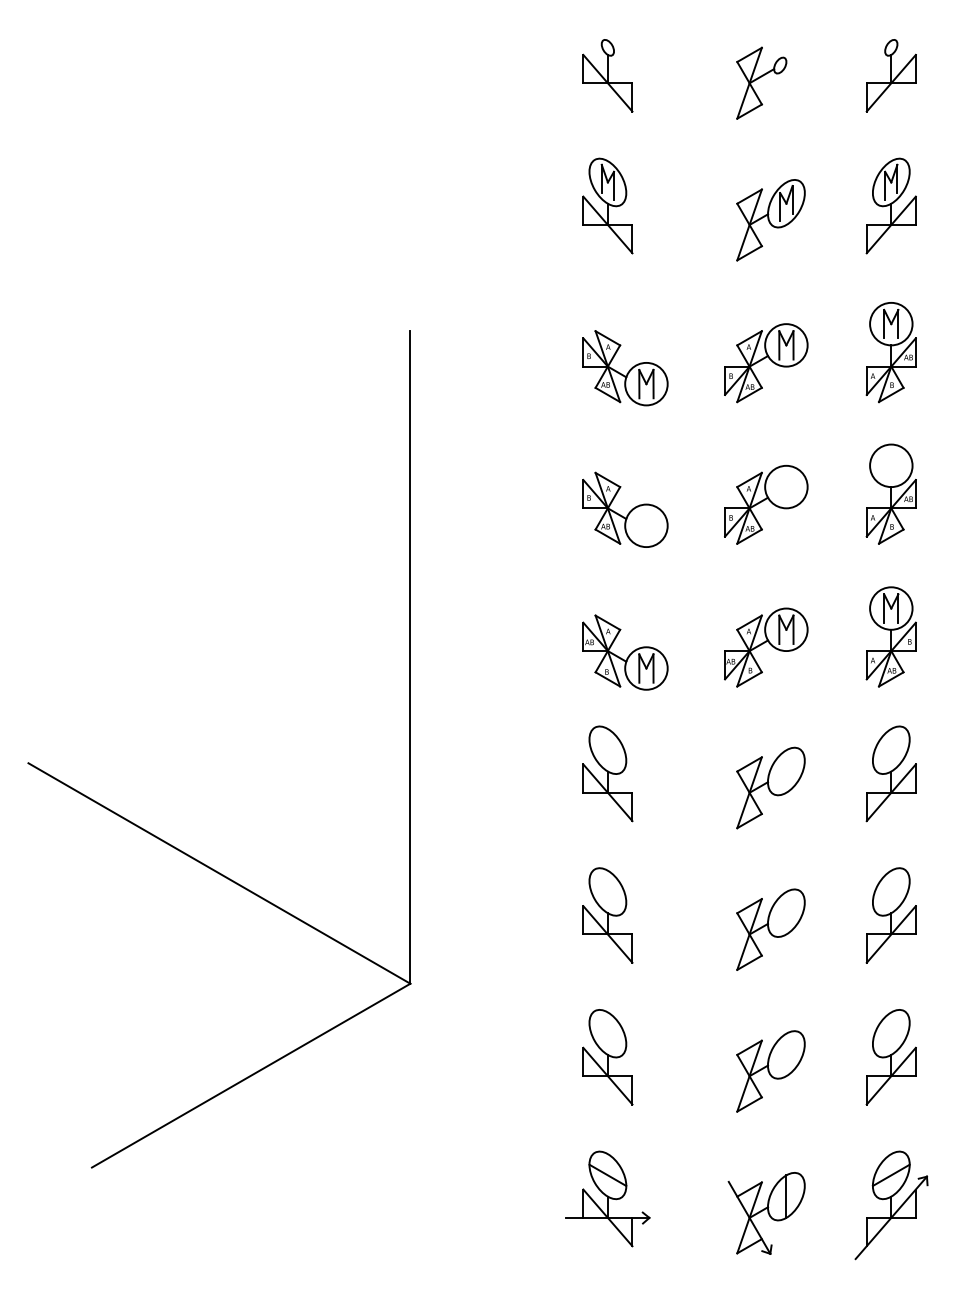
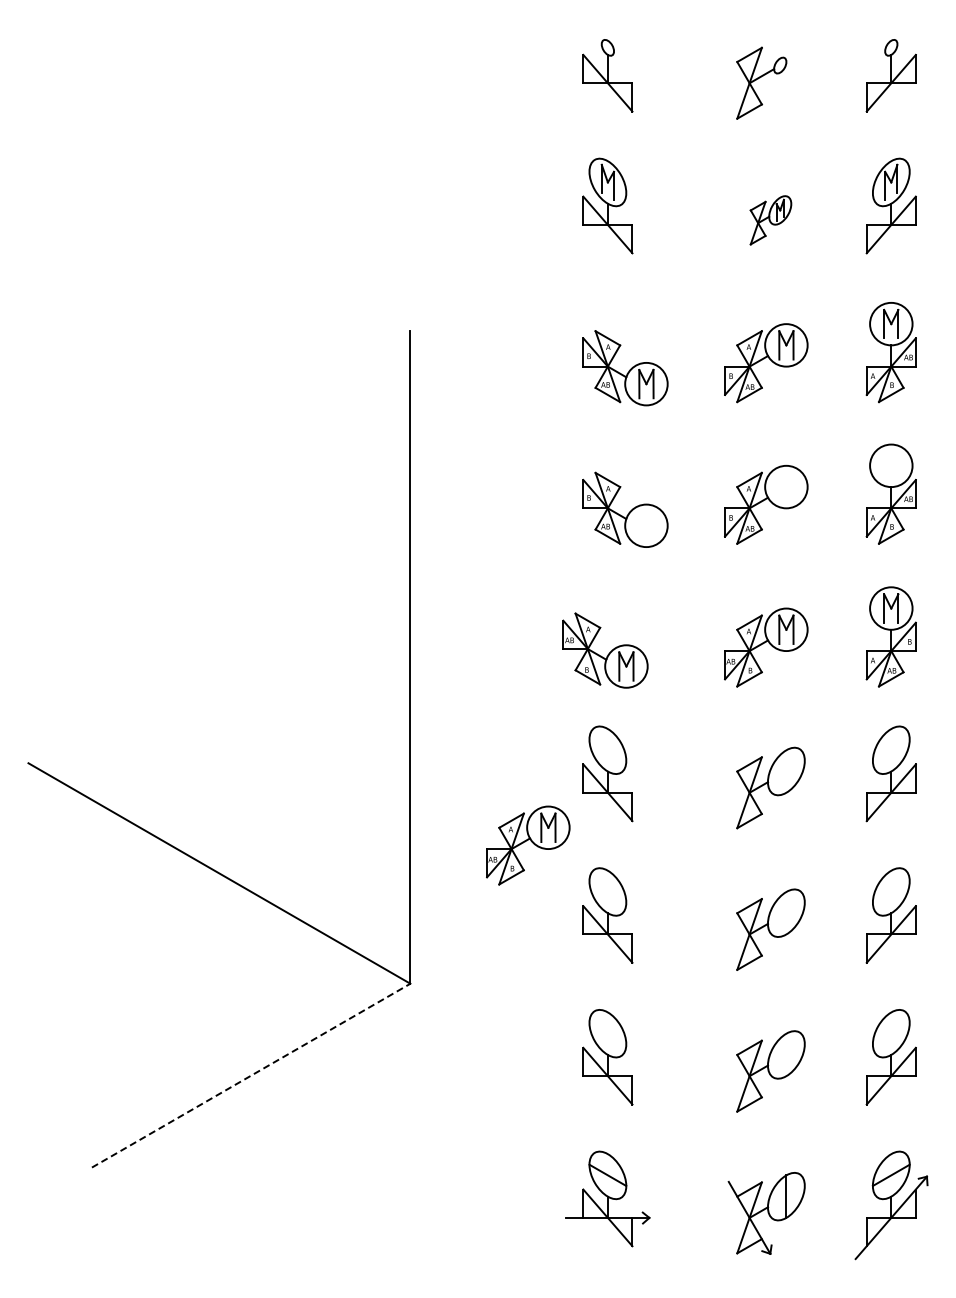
part at (770, 220) size: 70x83 px -> 44x51 px
part at (625, 652) position: (625, 652) -> (605, 650)
part at (528, 845): none -> present
line at (251, 1075): solid -> dashed
